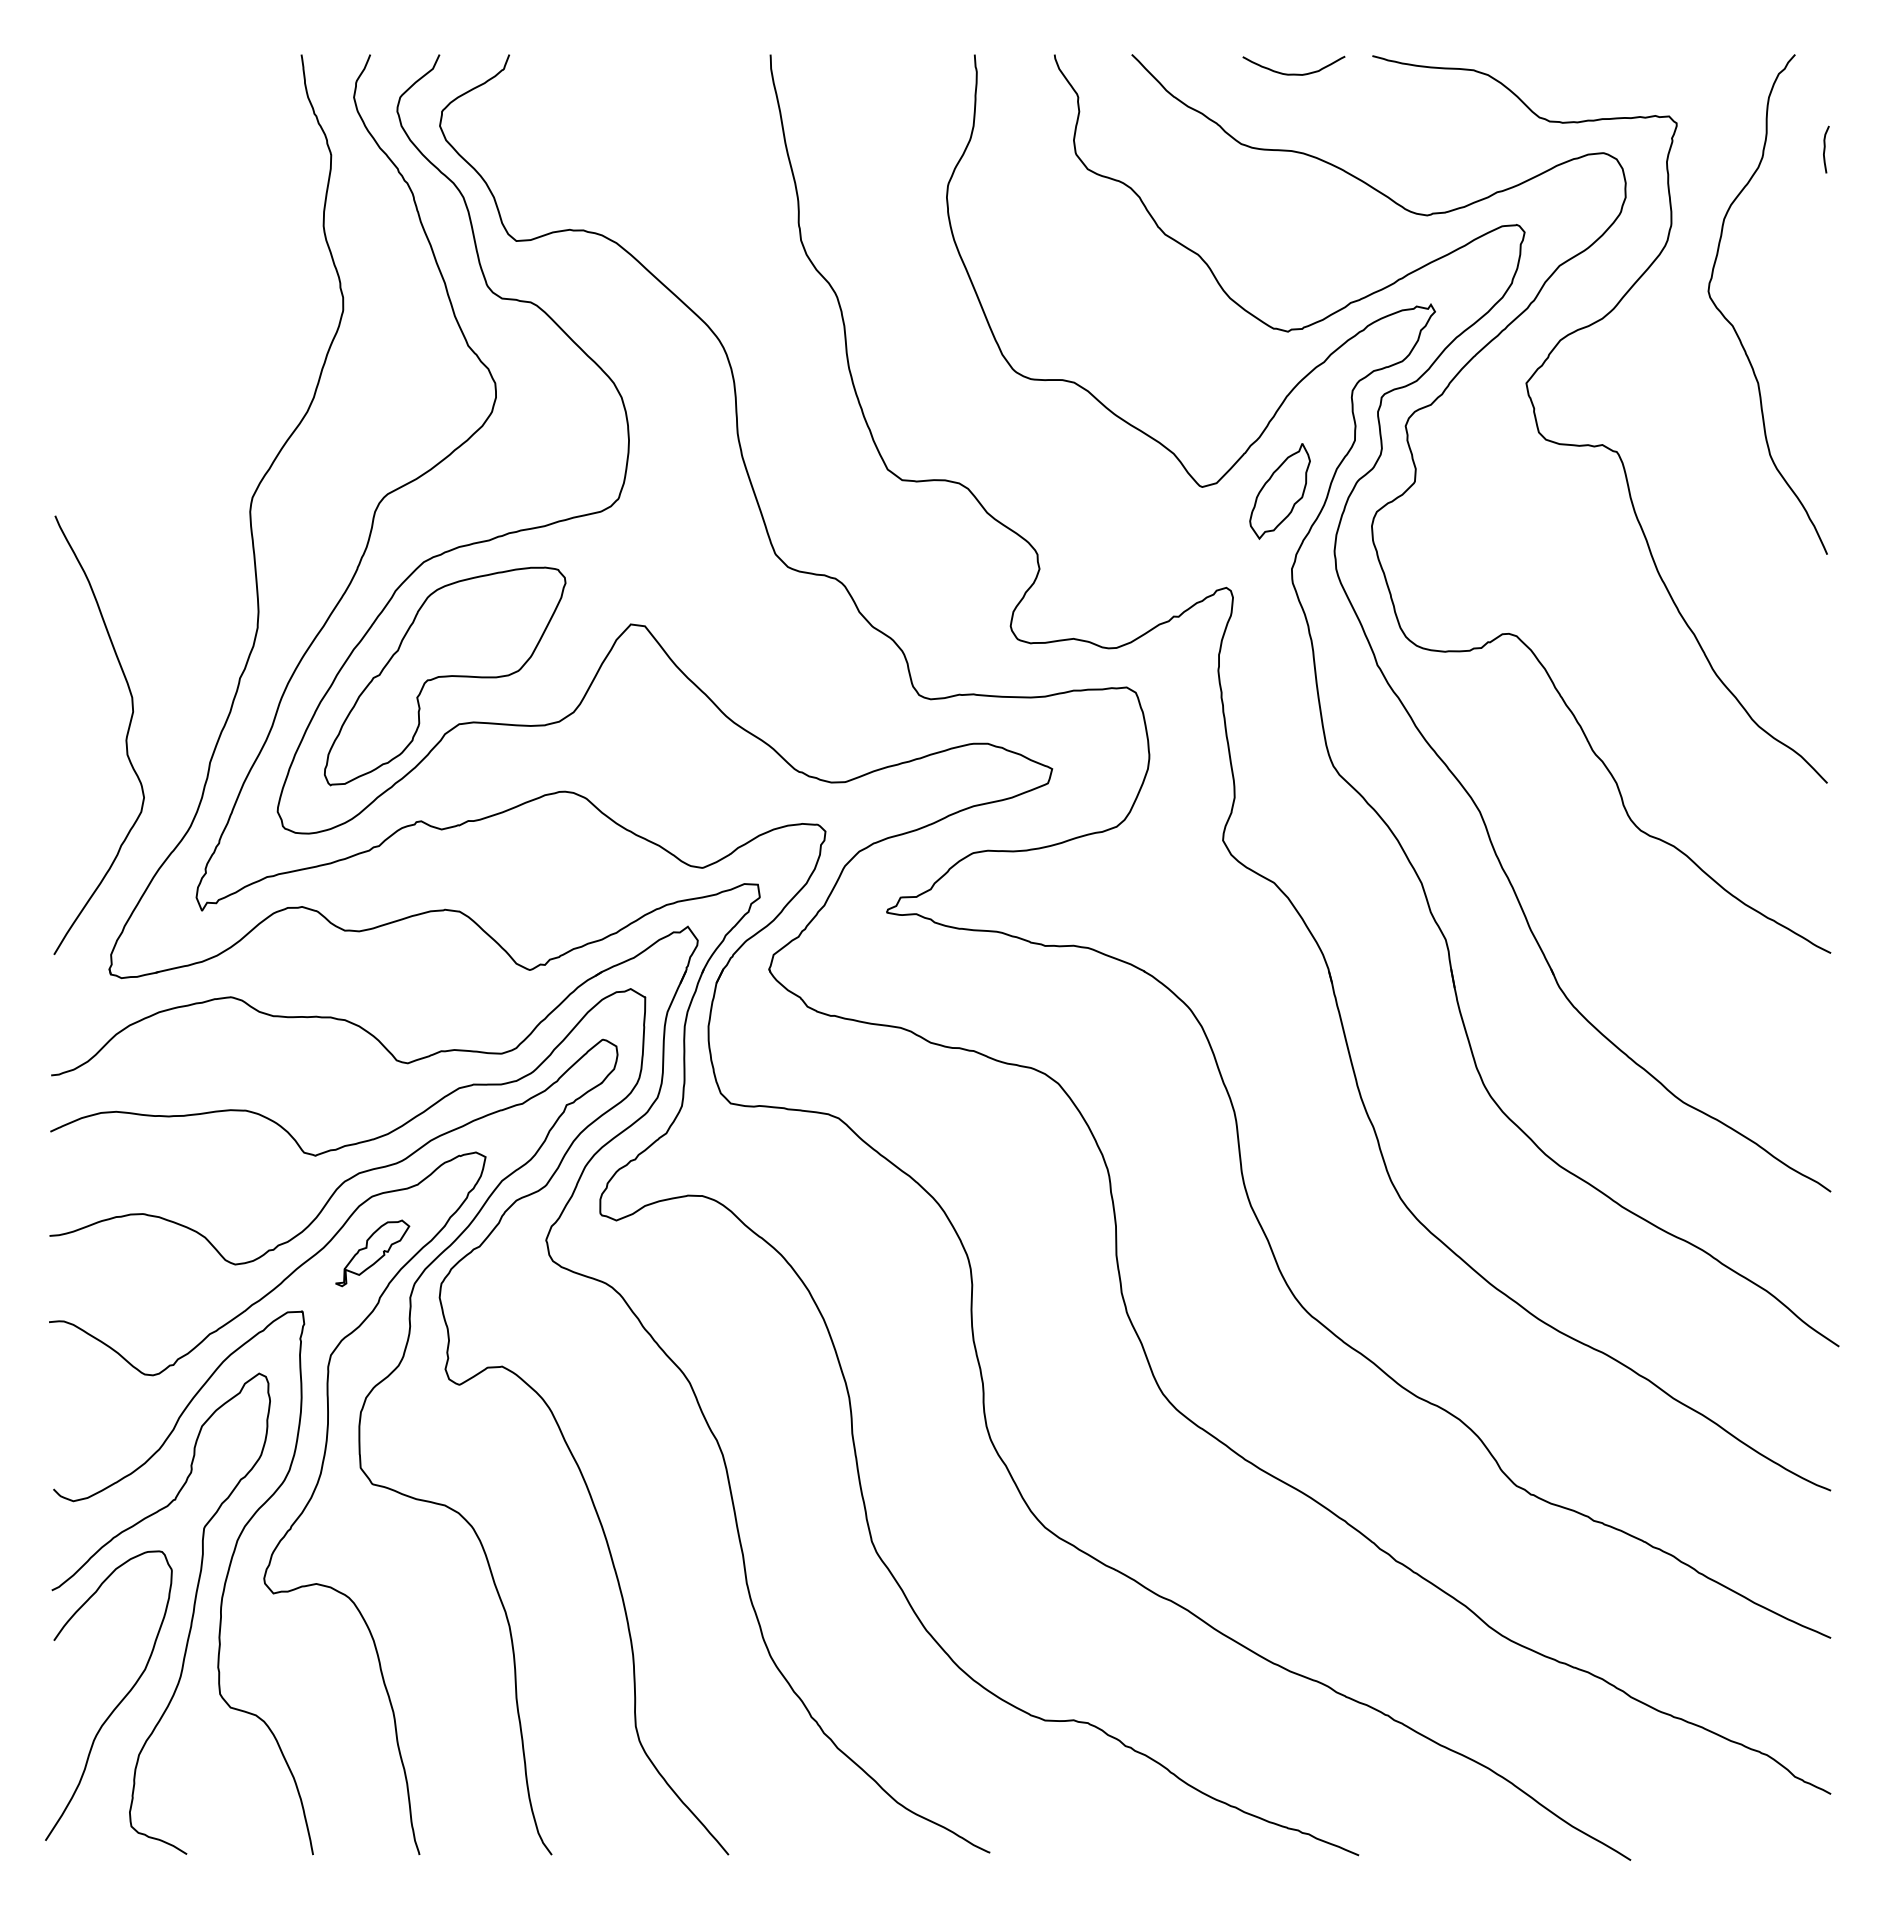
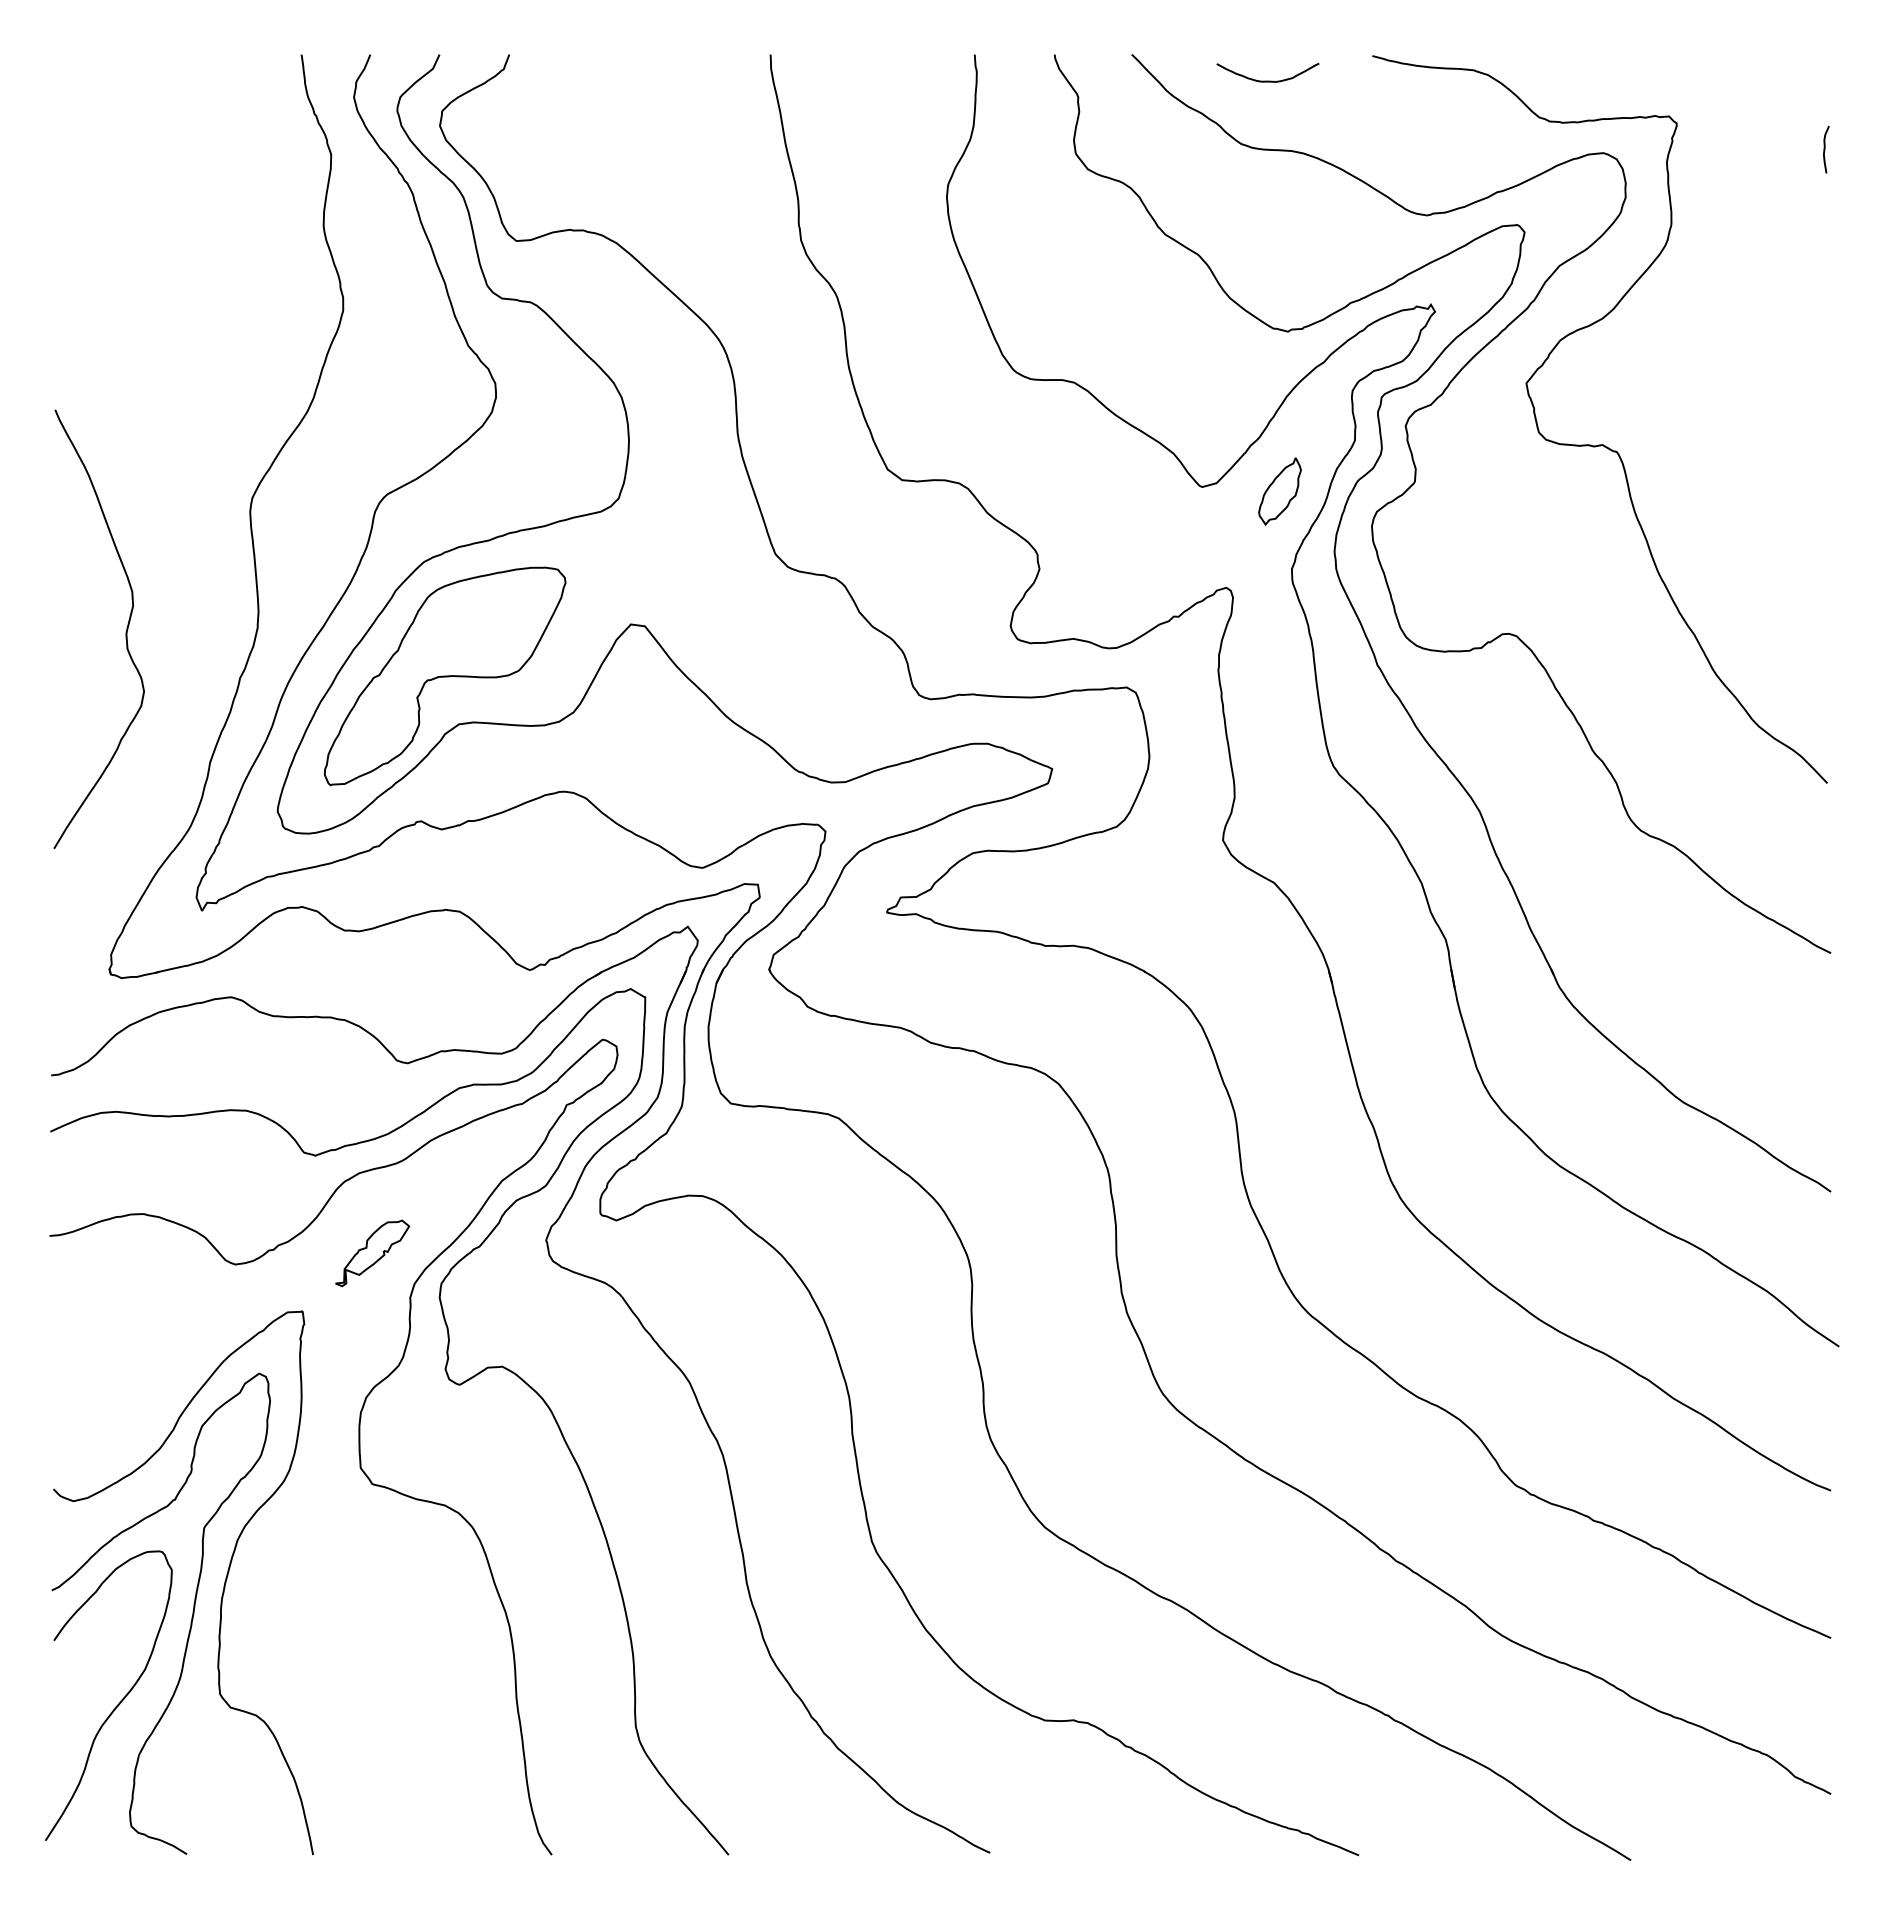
curve at (1293, 73) position: (1293, 73) -> (1267, 80)
curve at (1733, 325): present -> none
part at (1279, 491) size: 62x97 px -> 44x69 px
curve at (125, 738) position: (125, 738) -> (125, 632)
curve at (294, 1520): present -> none
